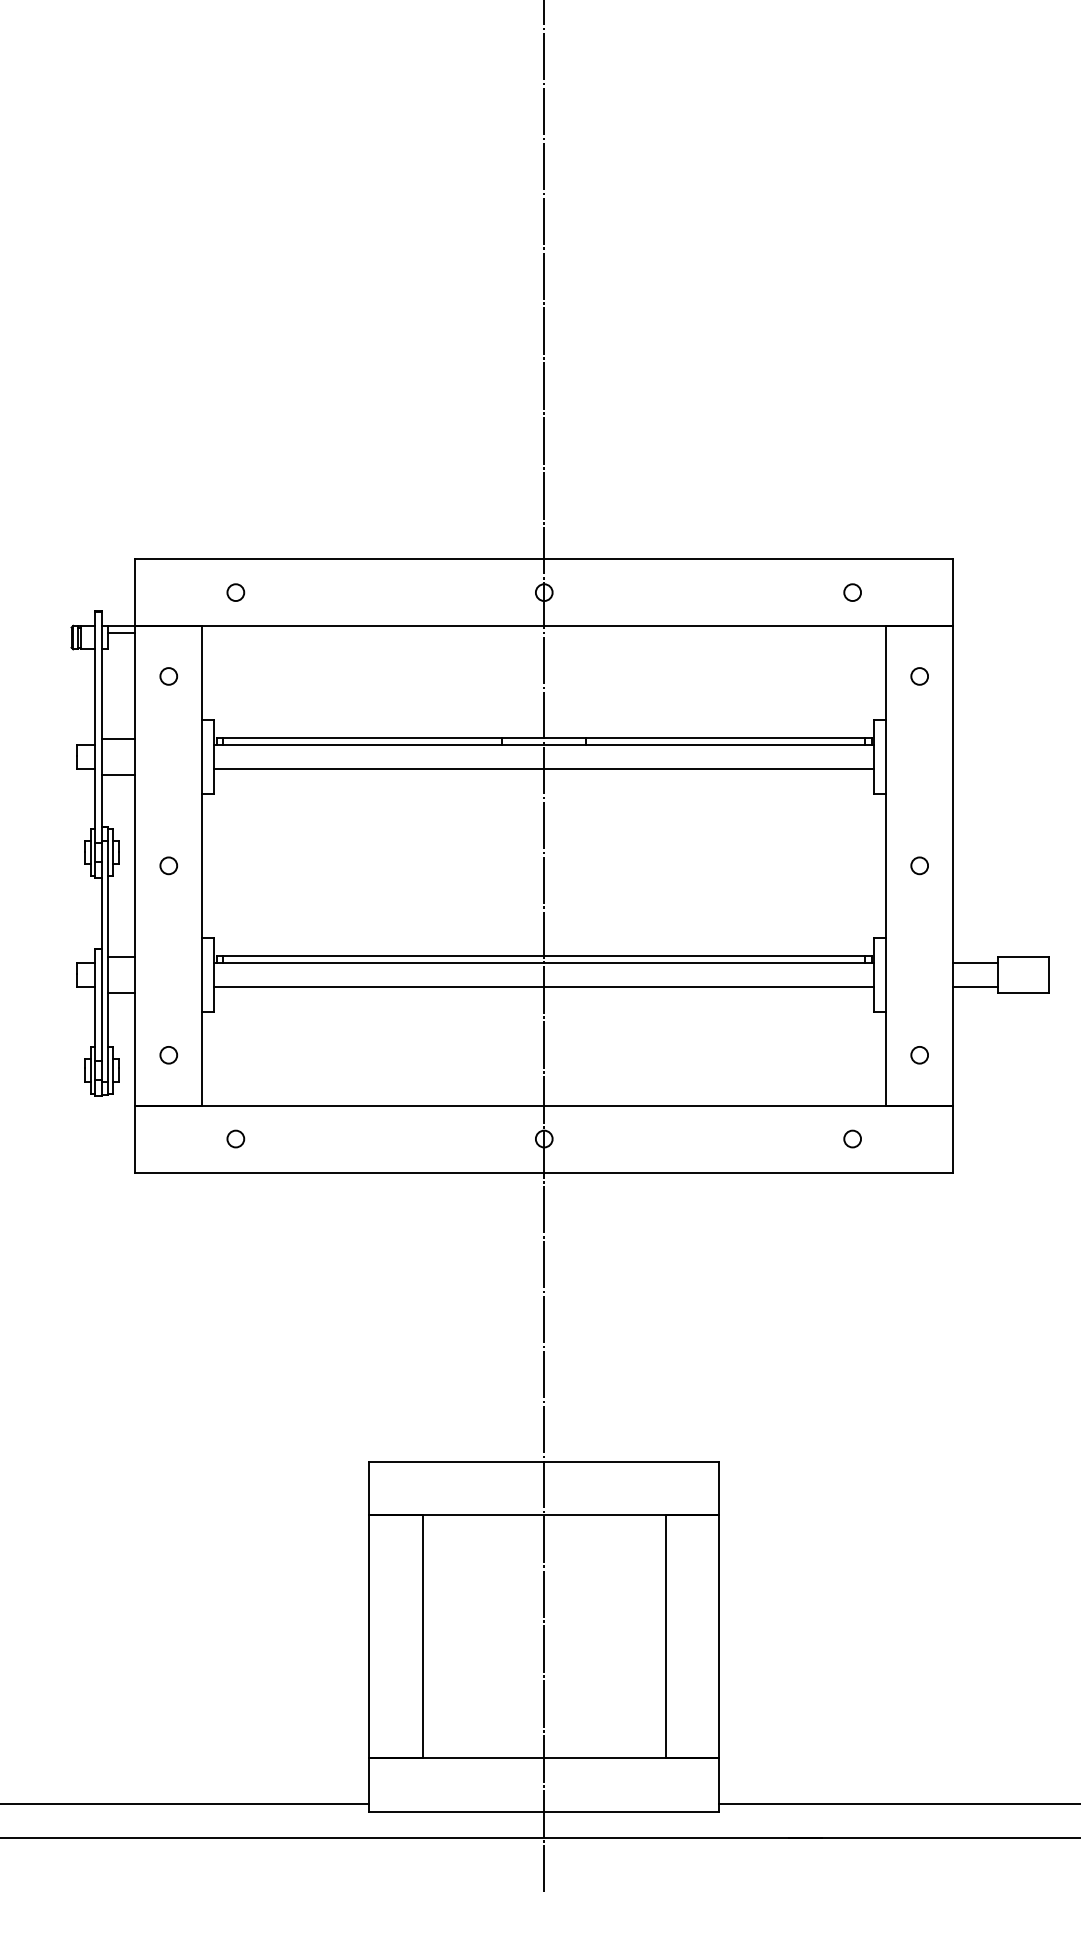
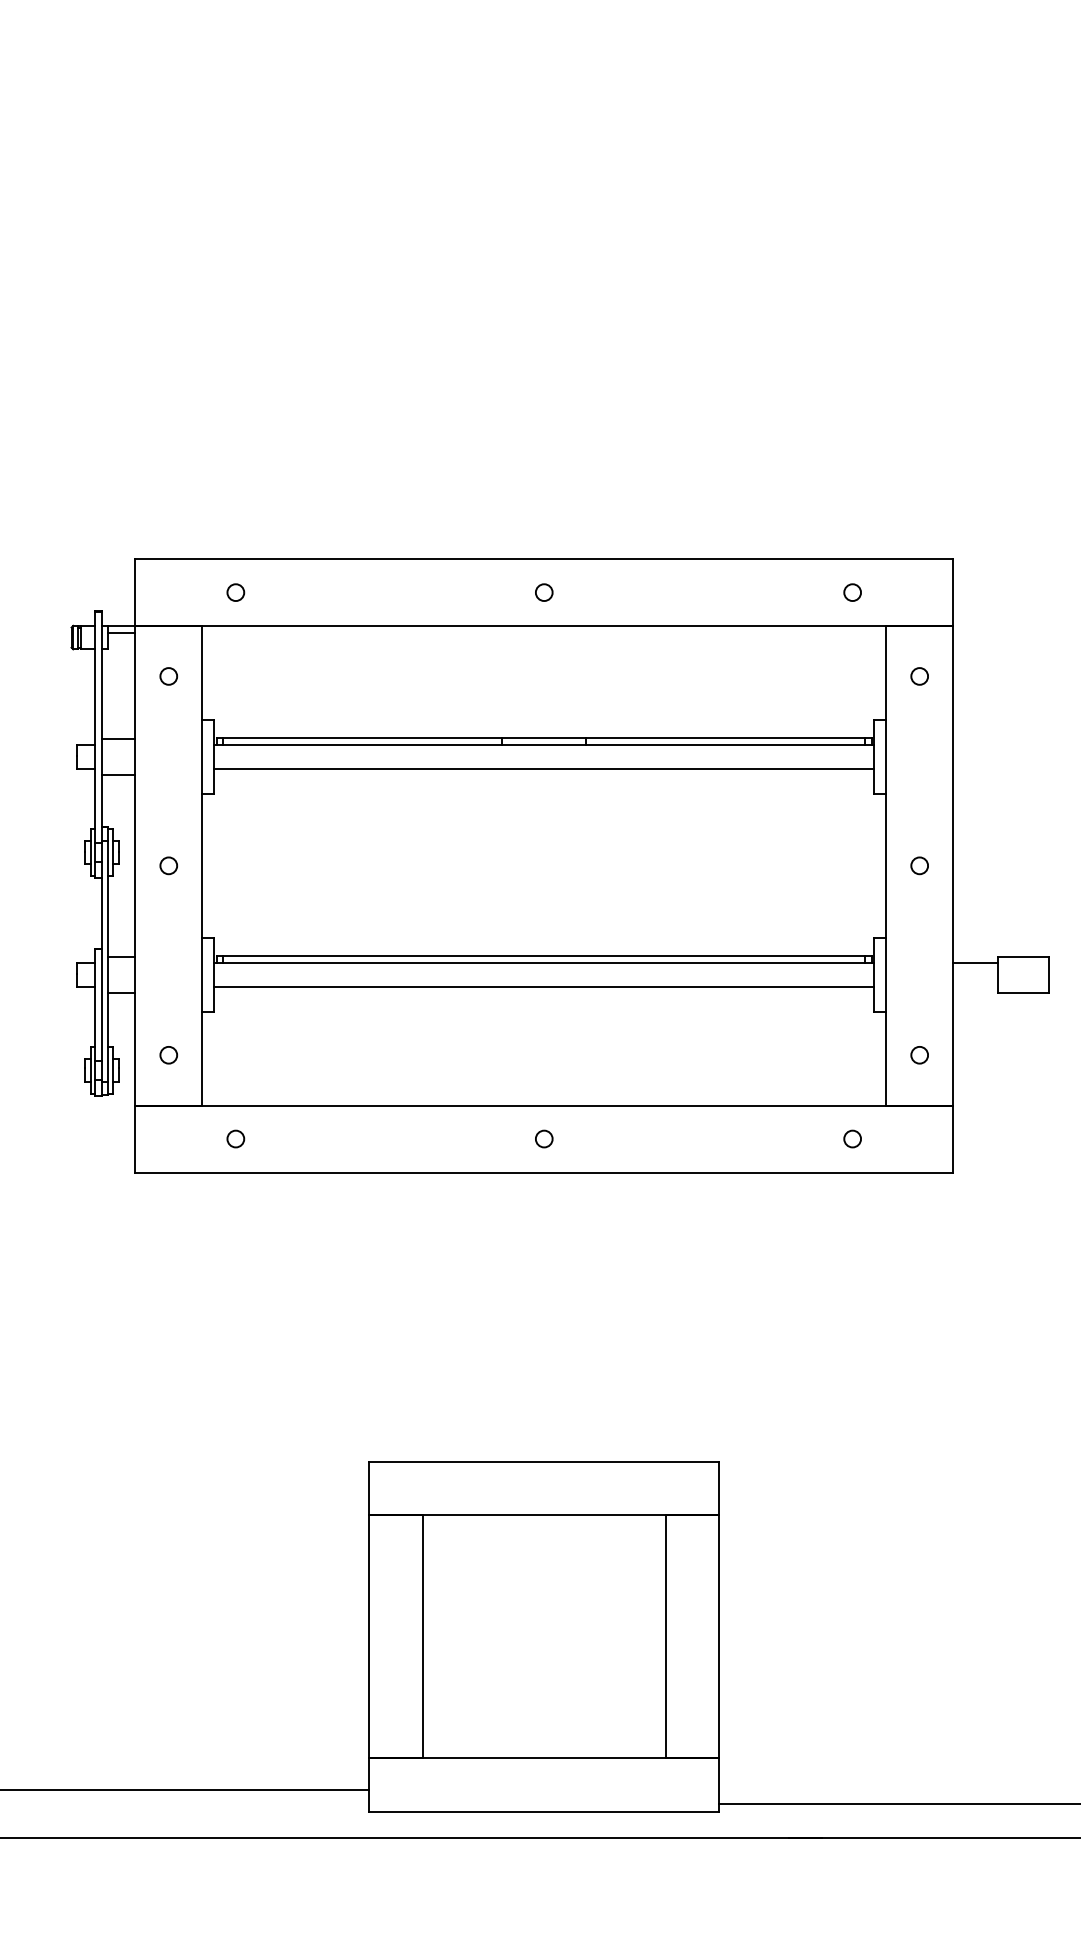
line at (544, 947): present -> none
line at (975, 986): present -> none
line at (185, 1804) position: (185, 1804) -> (185, 1790)
